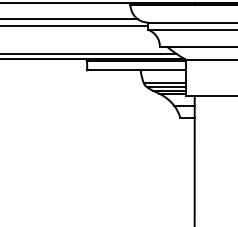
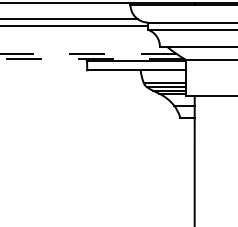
line at (88, 53): solid -> dashed
line at (92, 59): solid -> dashed
